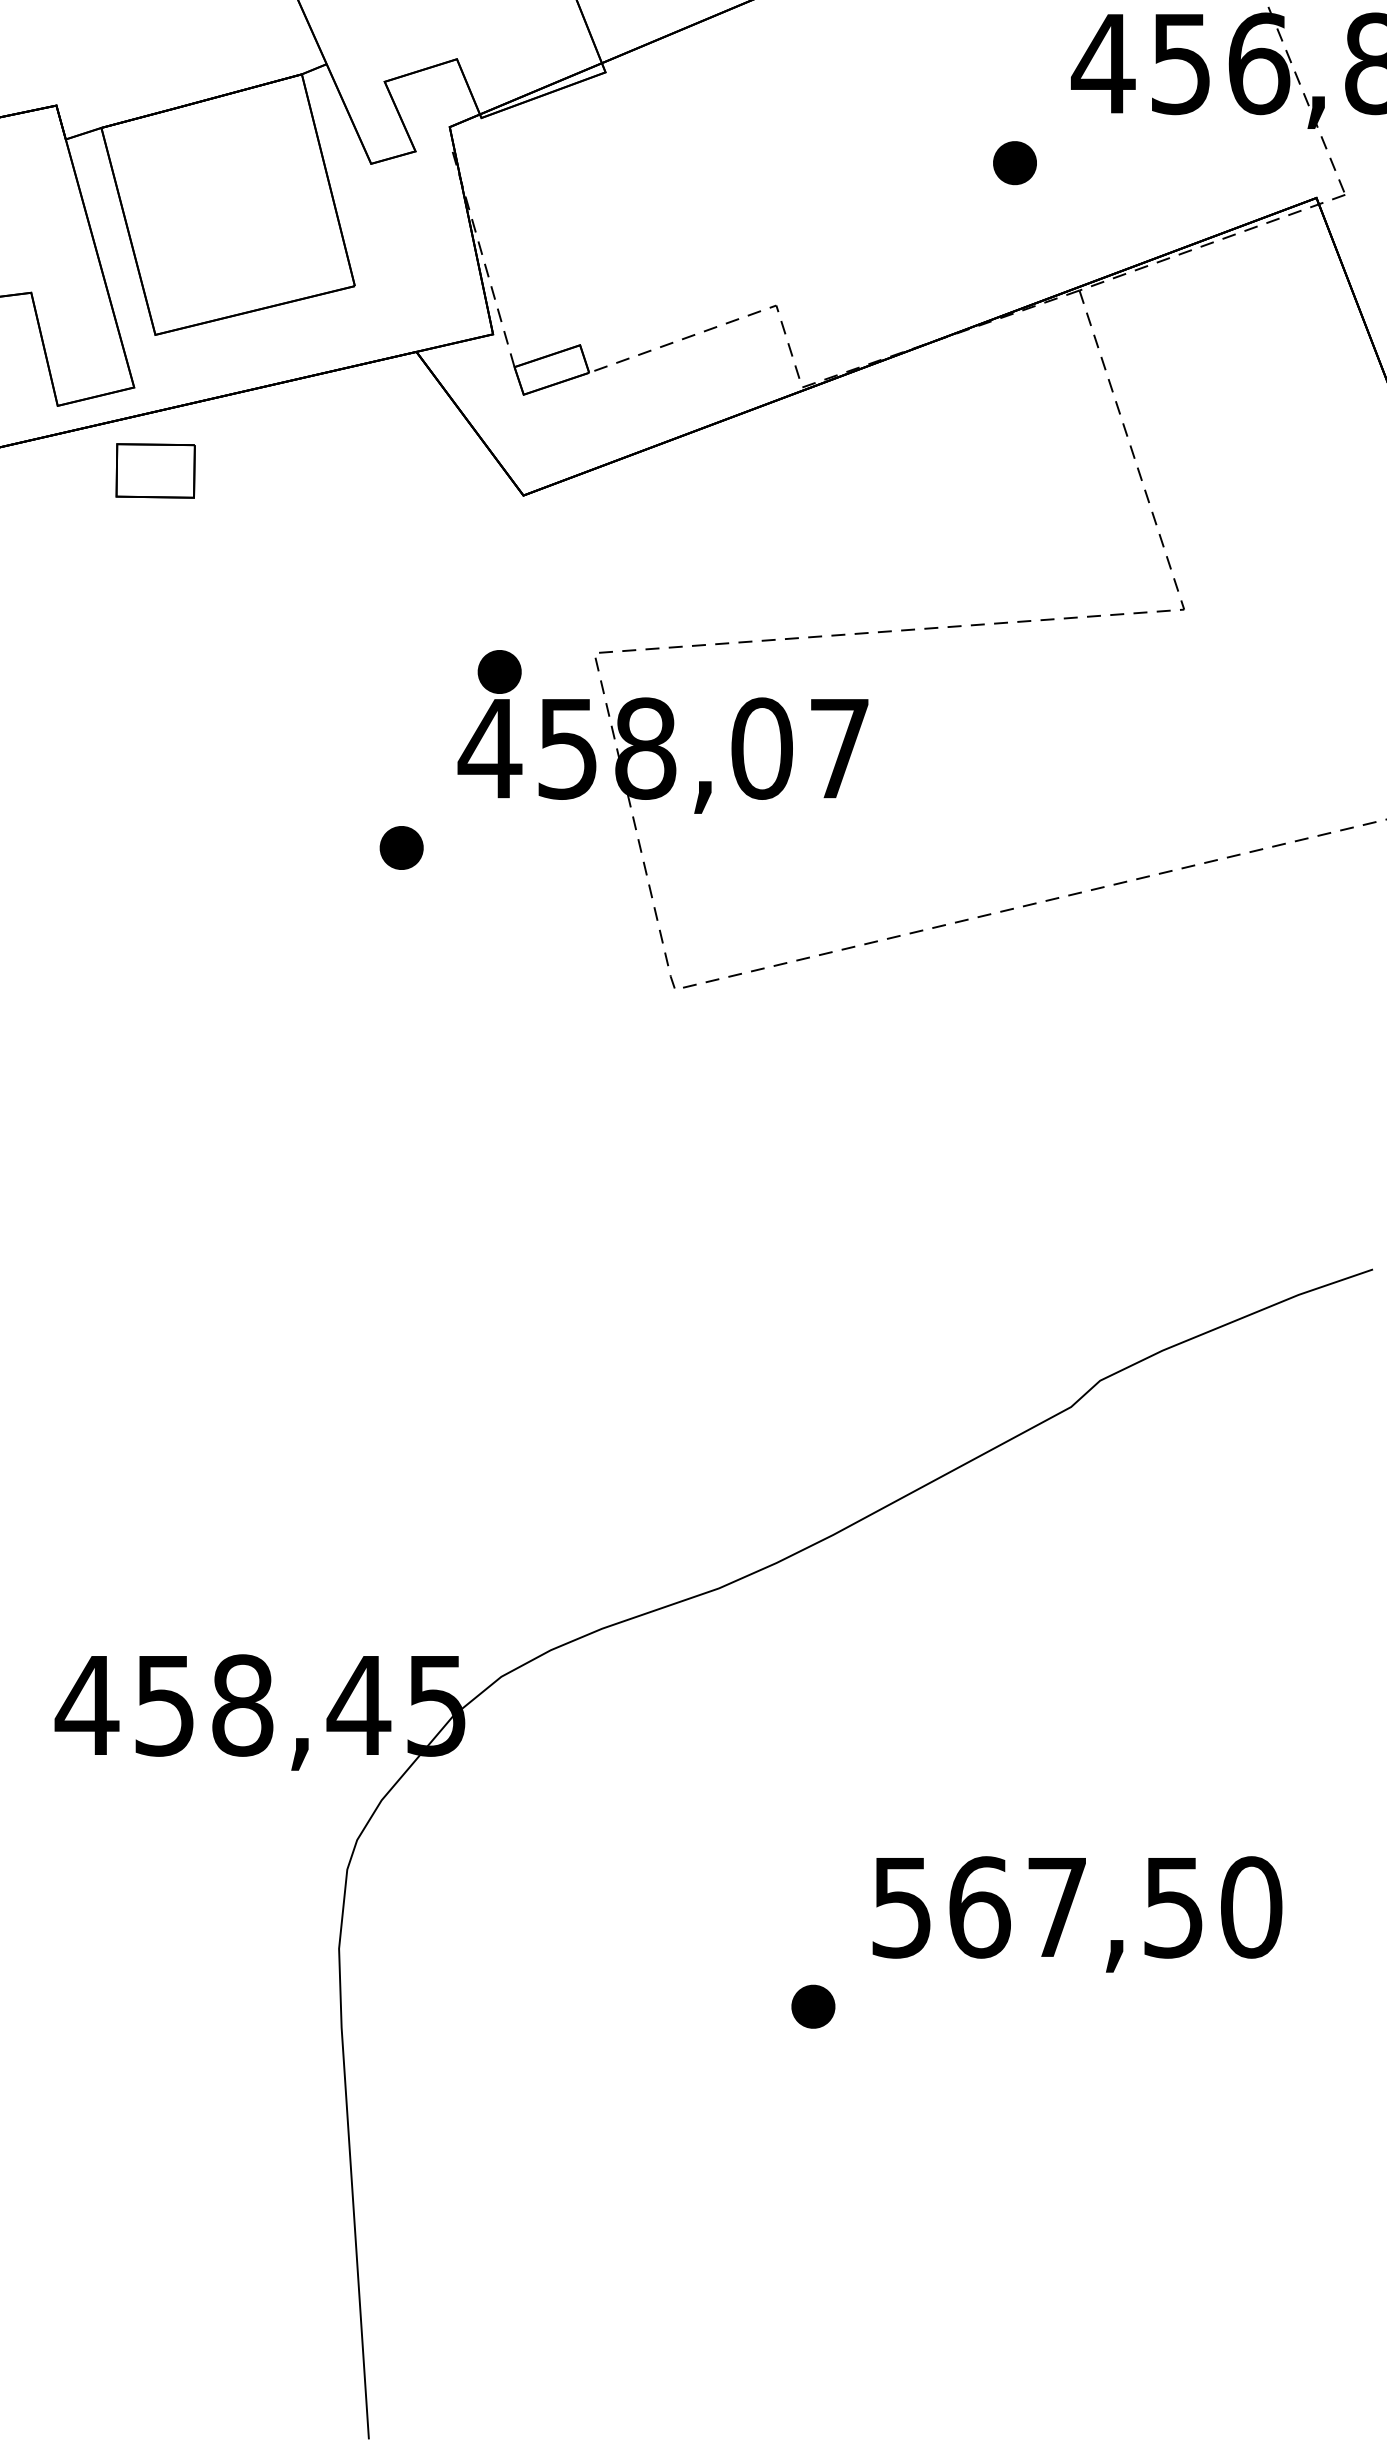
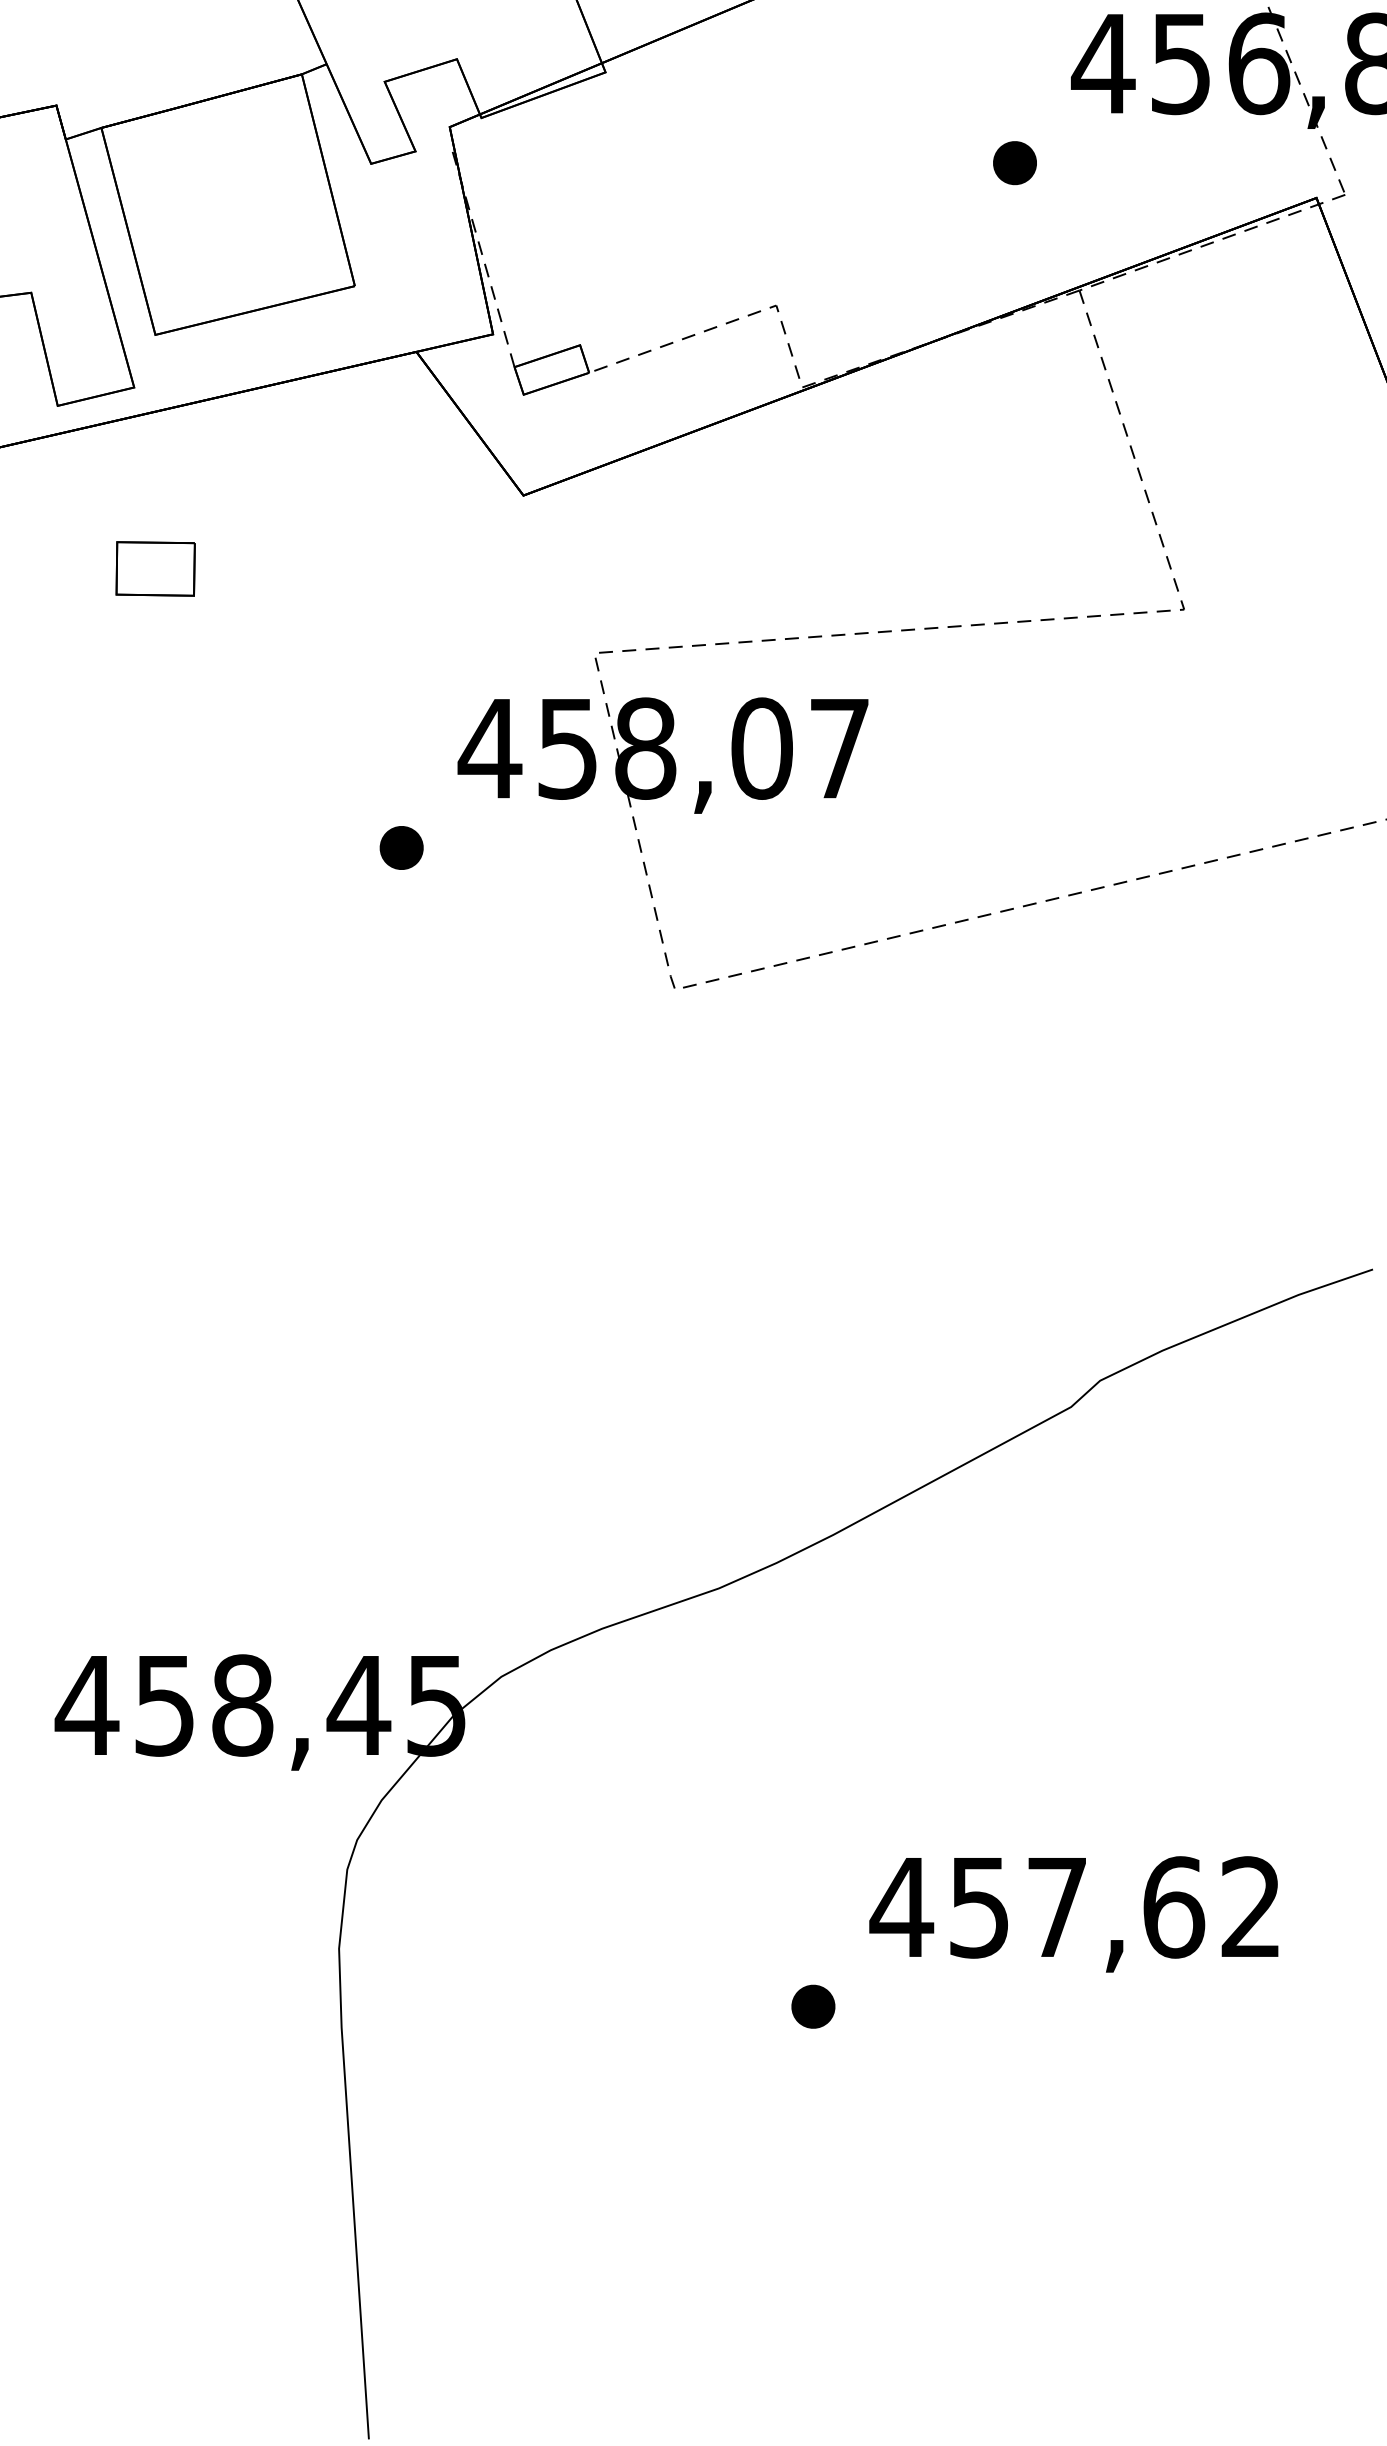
part at (155, 470) position: (155, 470) -> (155, 568)
part at (499, 671): present -> none
text at (1075, 1907): 567,50 -> 457,62
